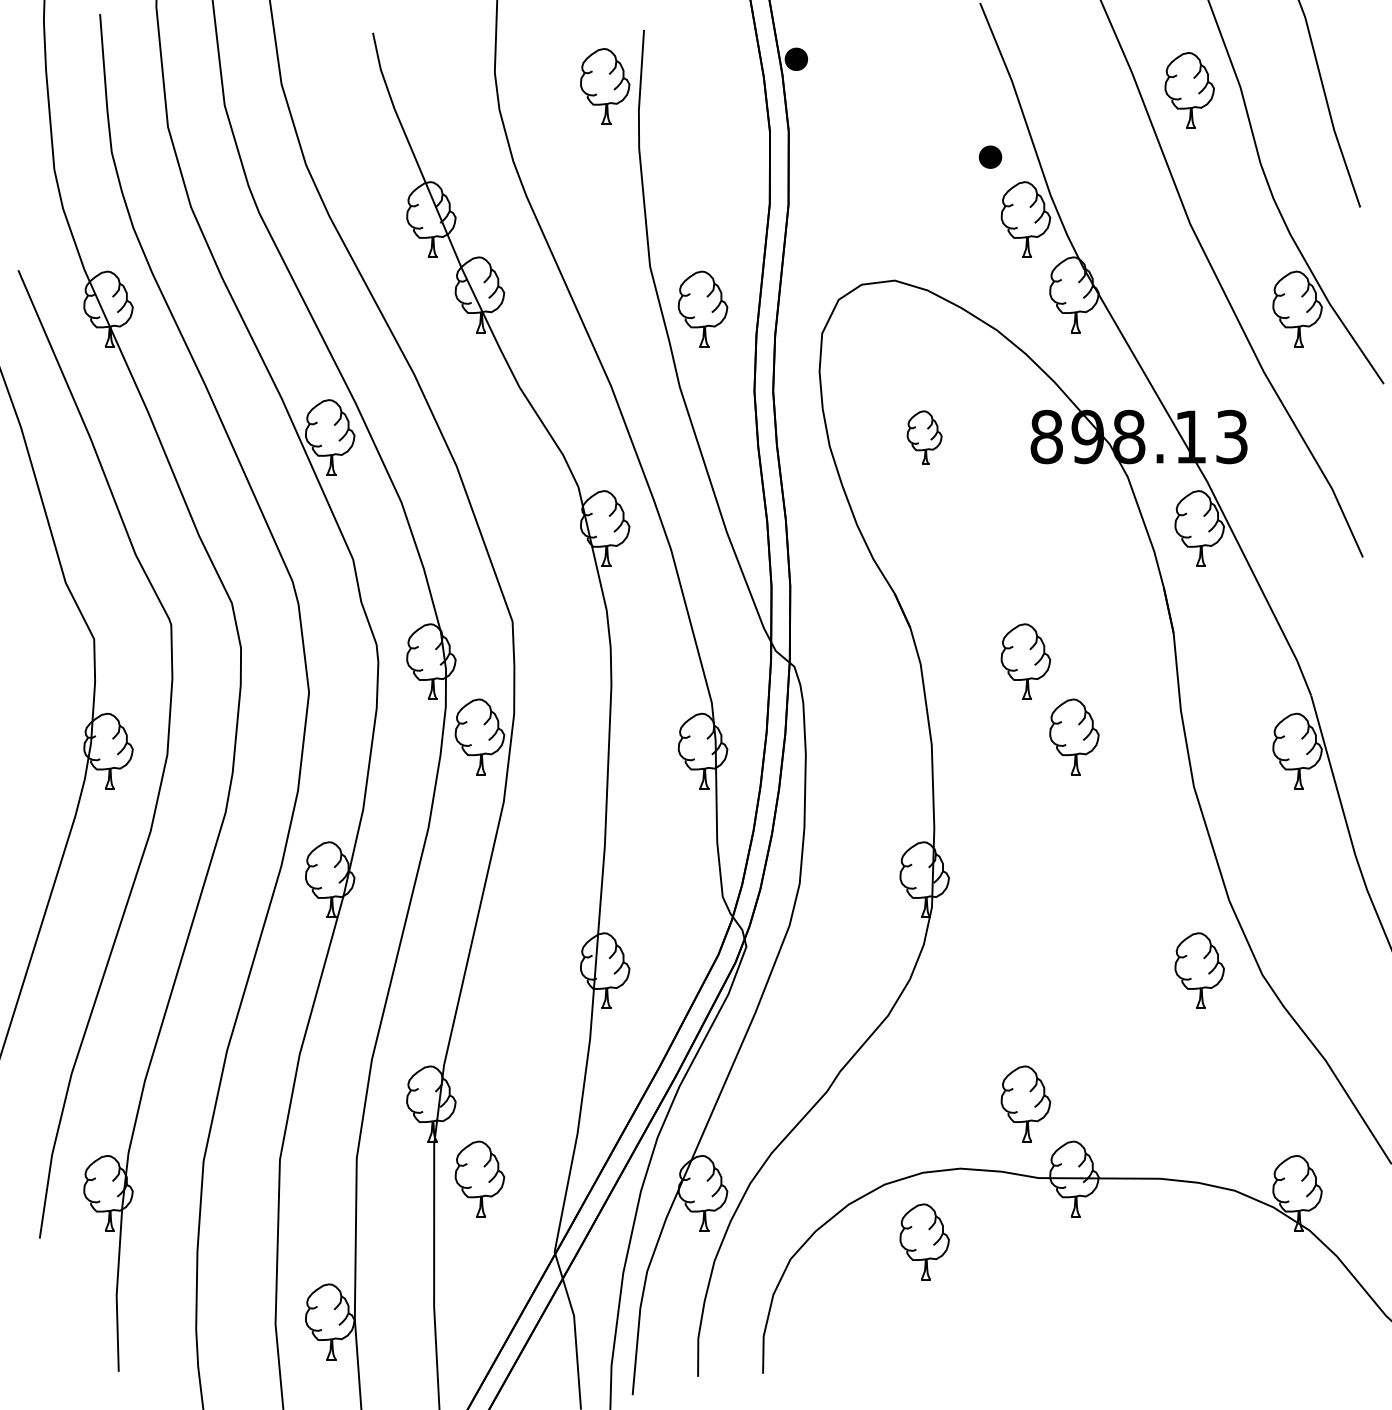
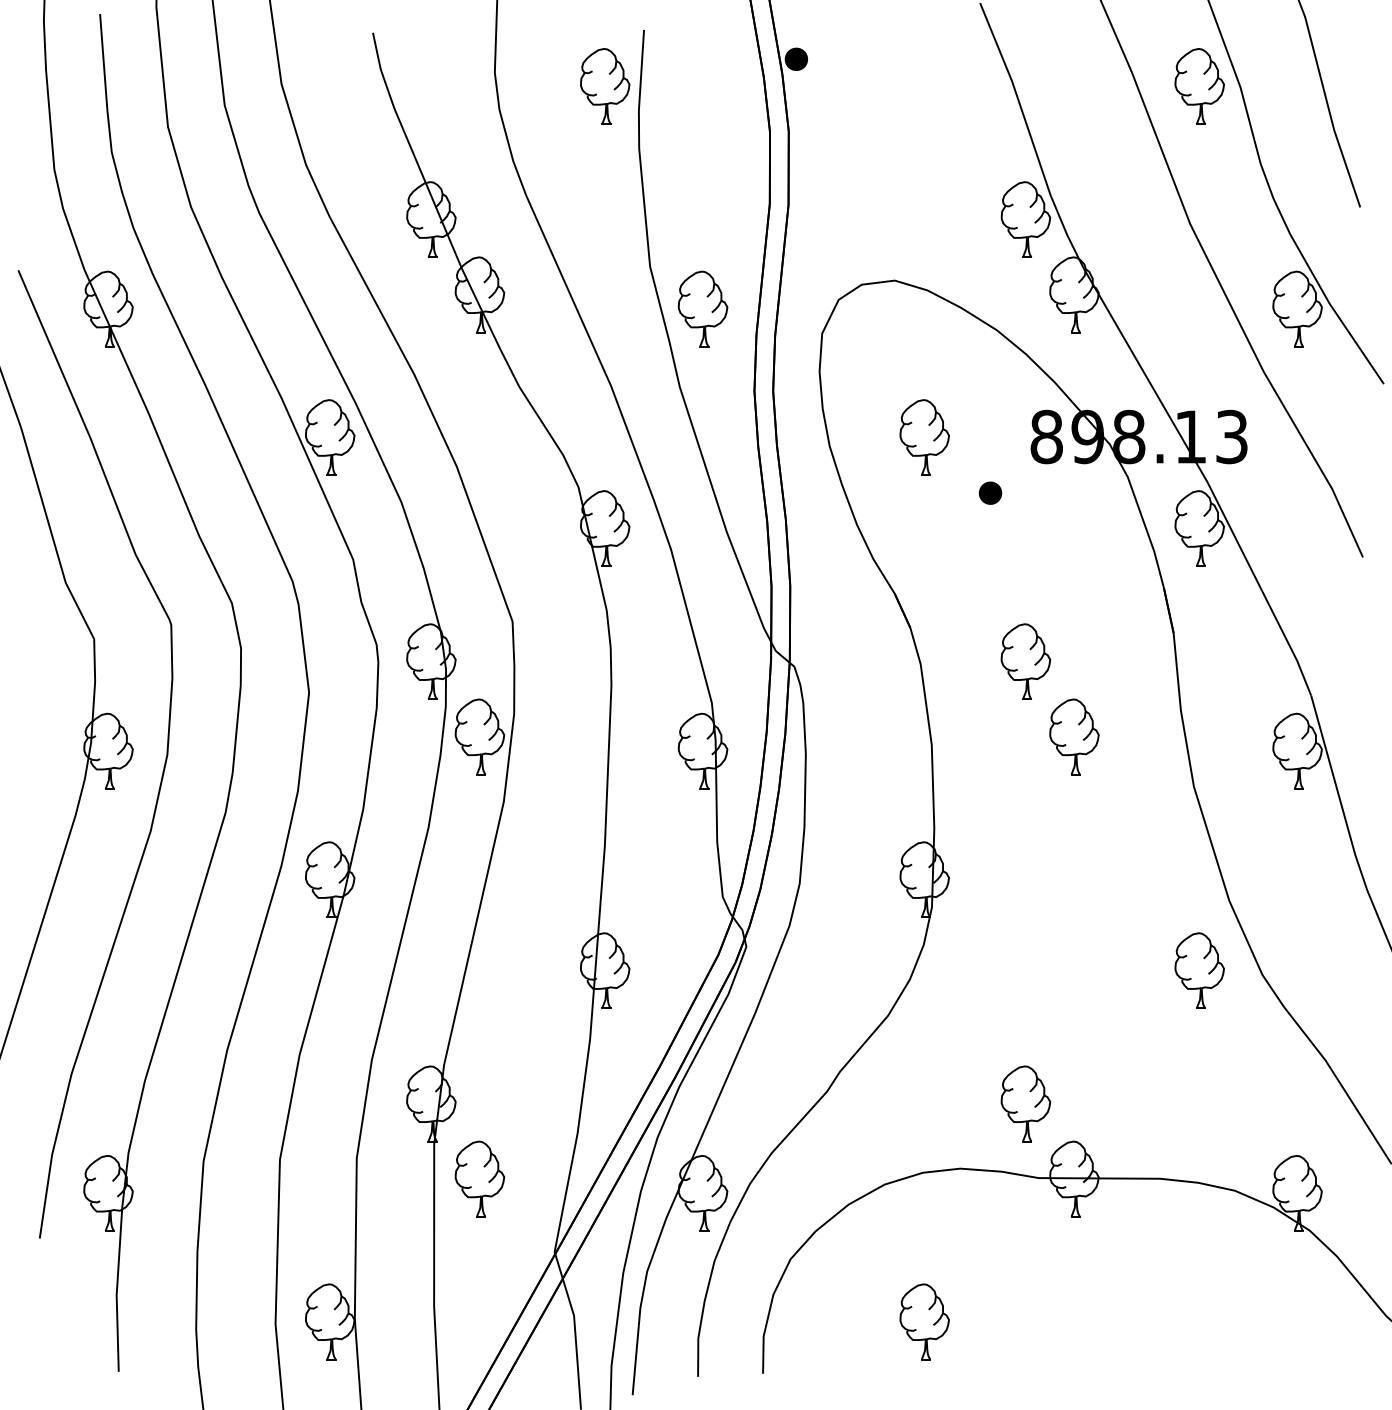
part at (1189, 90) position: (1189, 90) -> (1199, 86)
part at (990, 156) position: (990, 156) -> (990, 492)
part at (924, 437) size: 37x55 px -> 51x77 px
part at (924, 1241) position: (924, 1241) -> (924, 1321)
